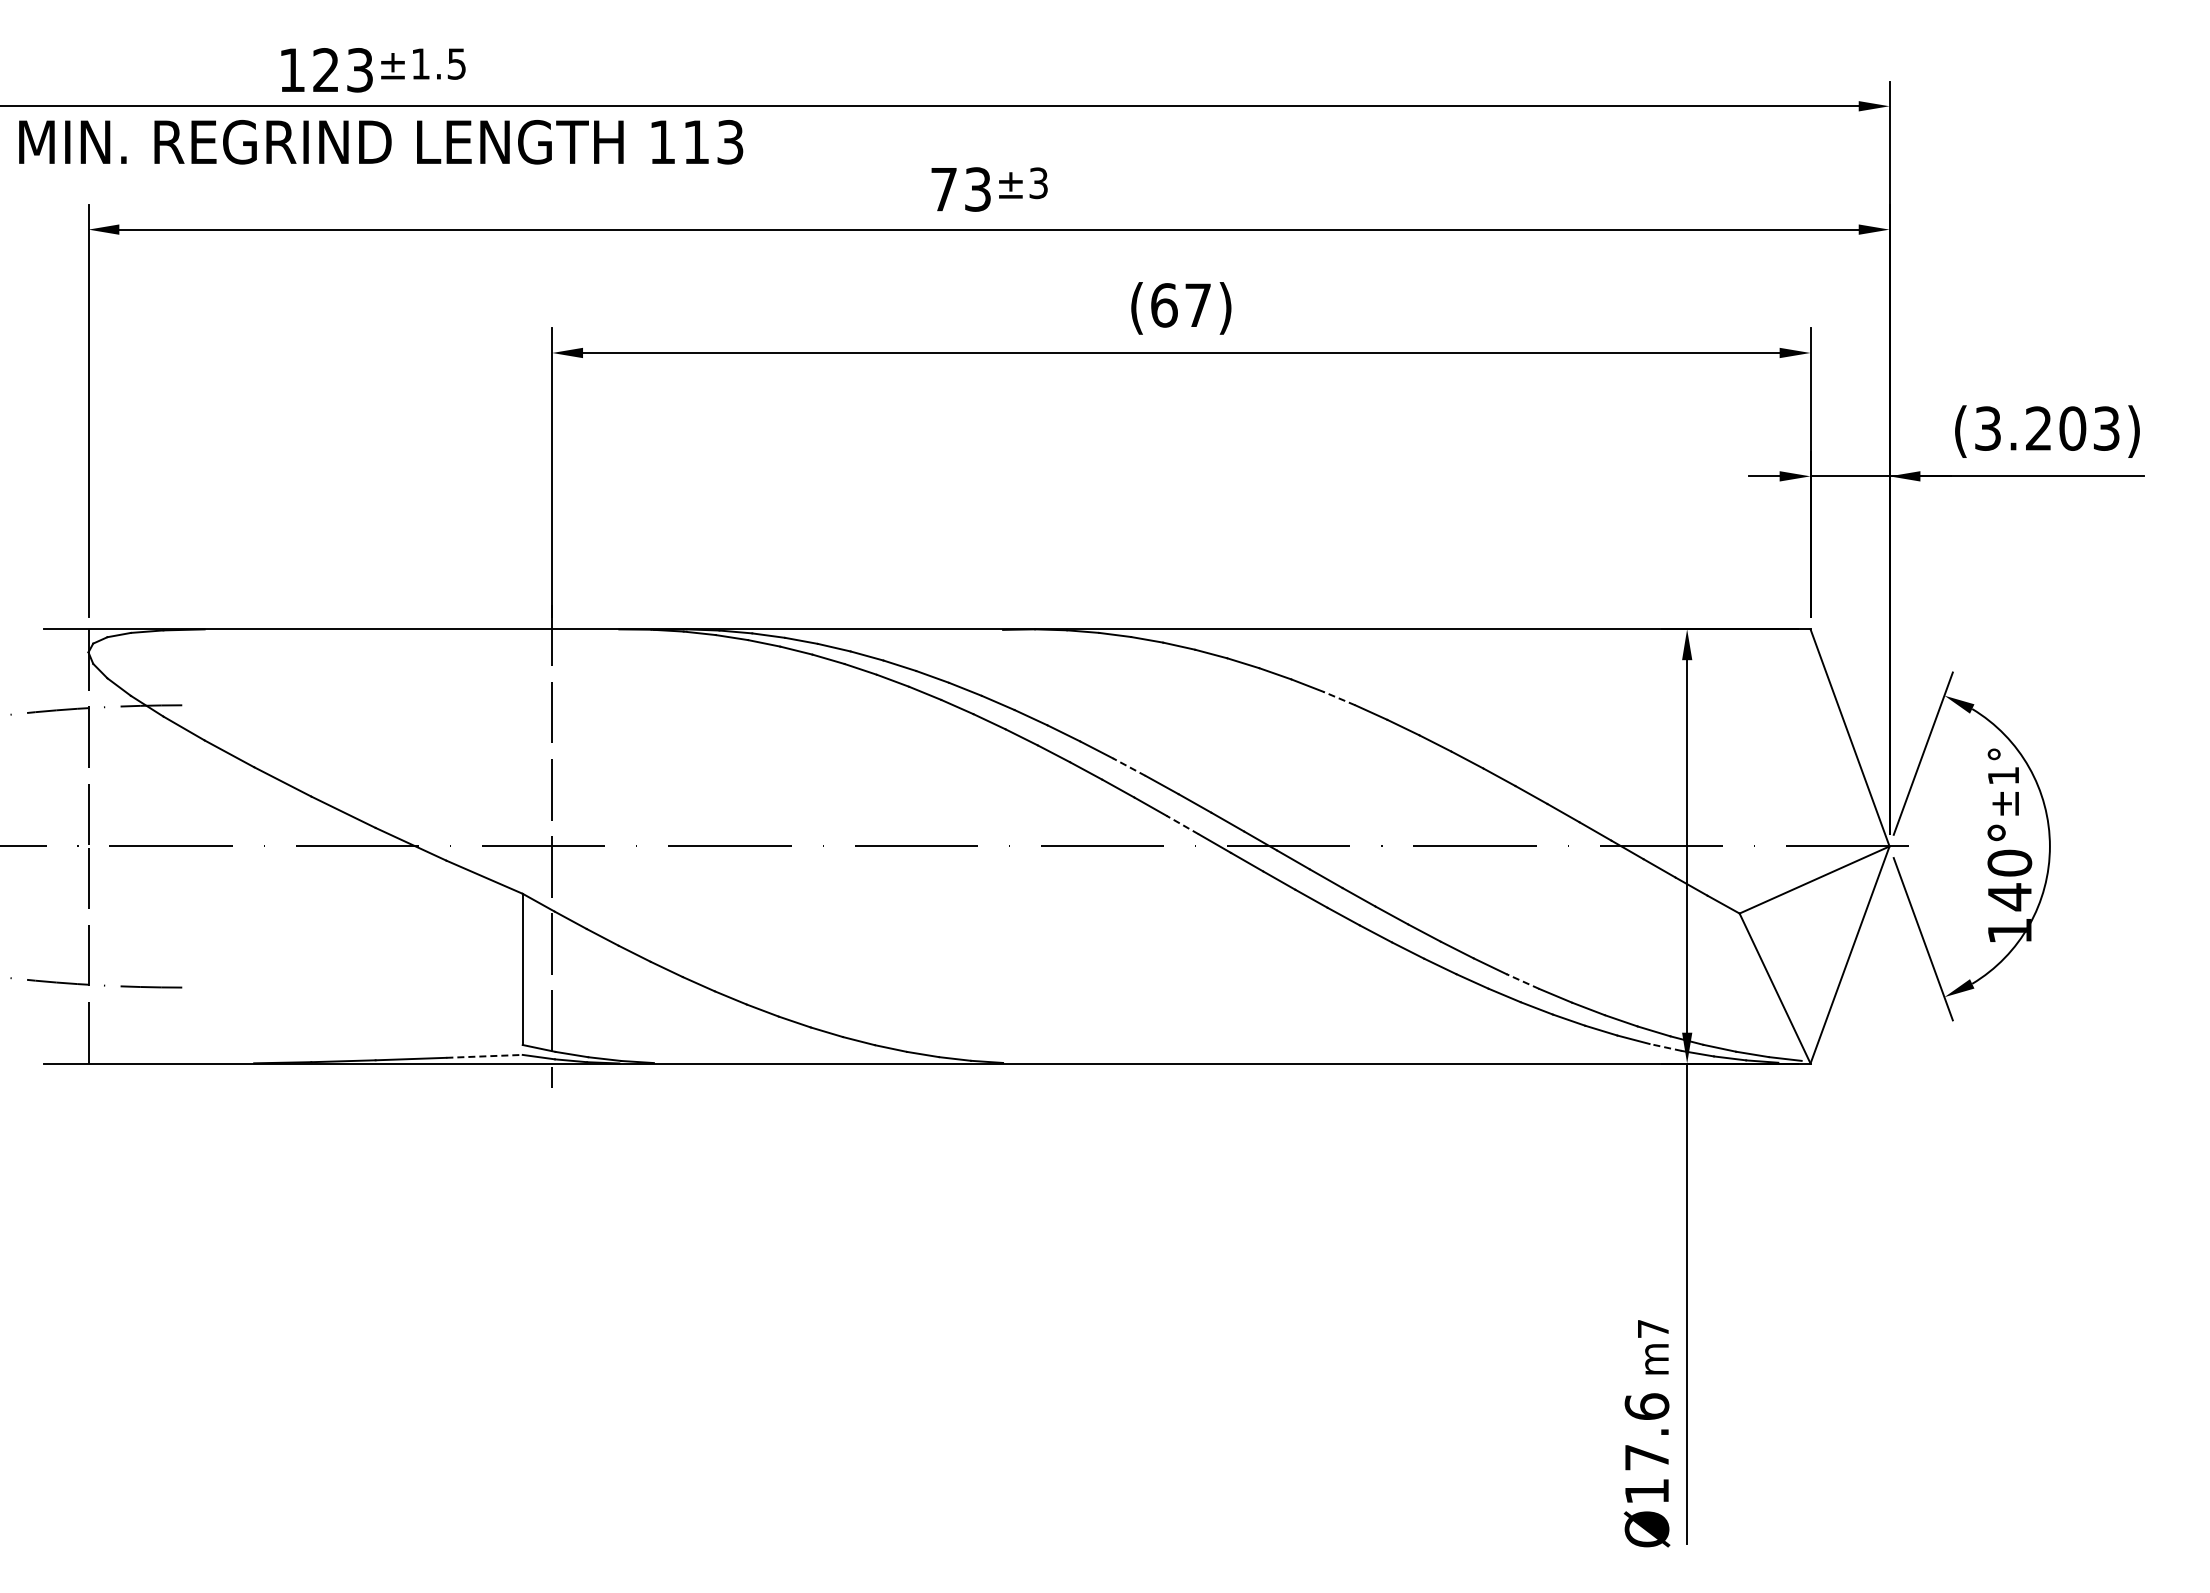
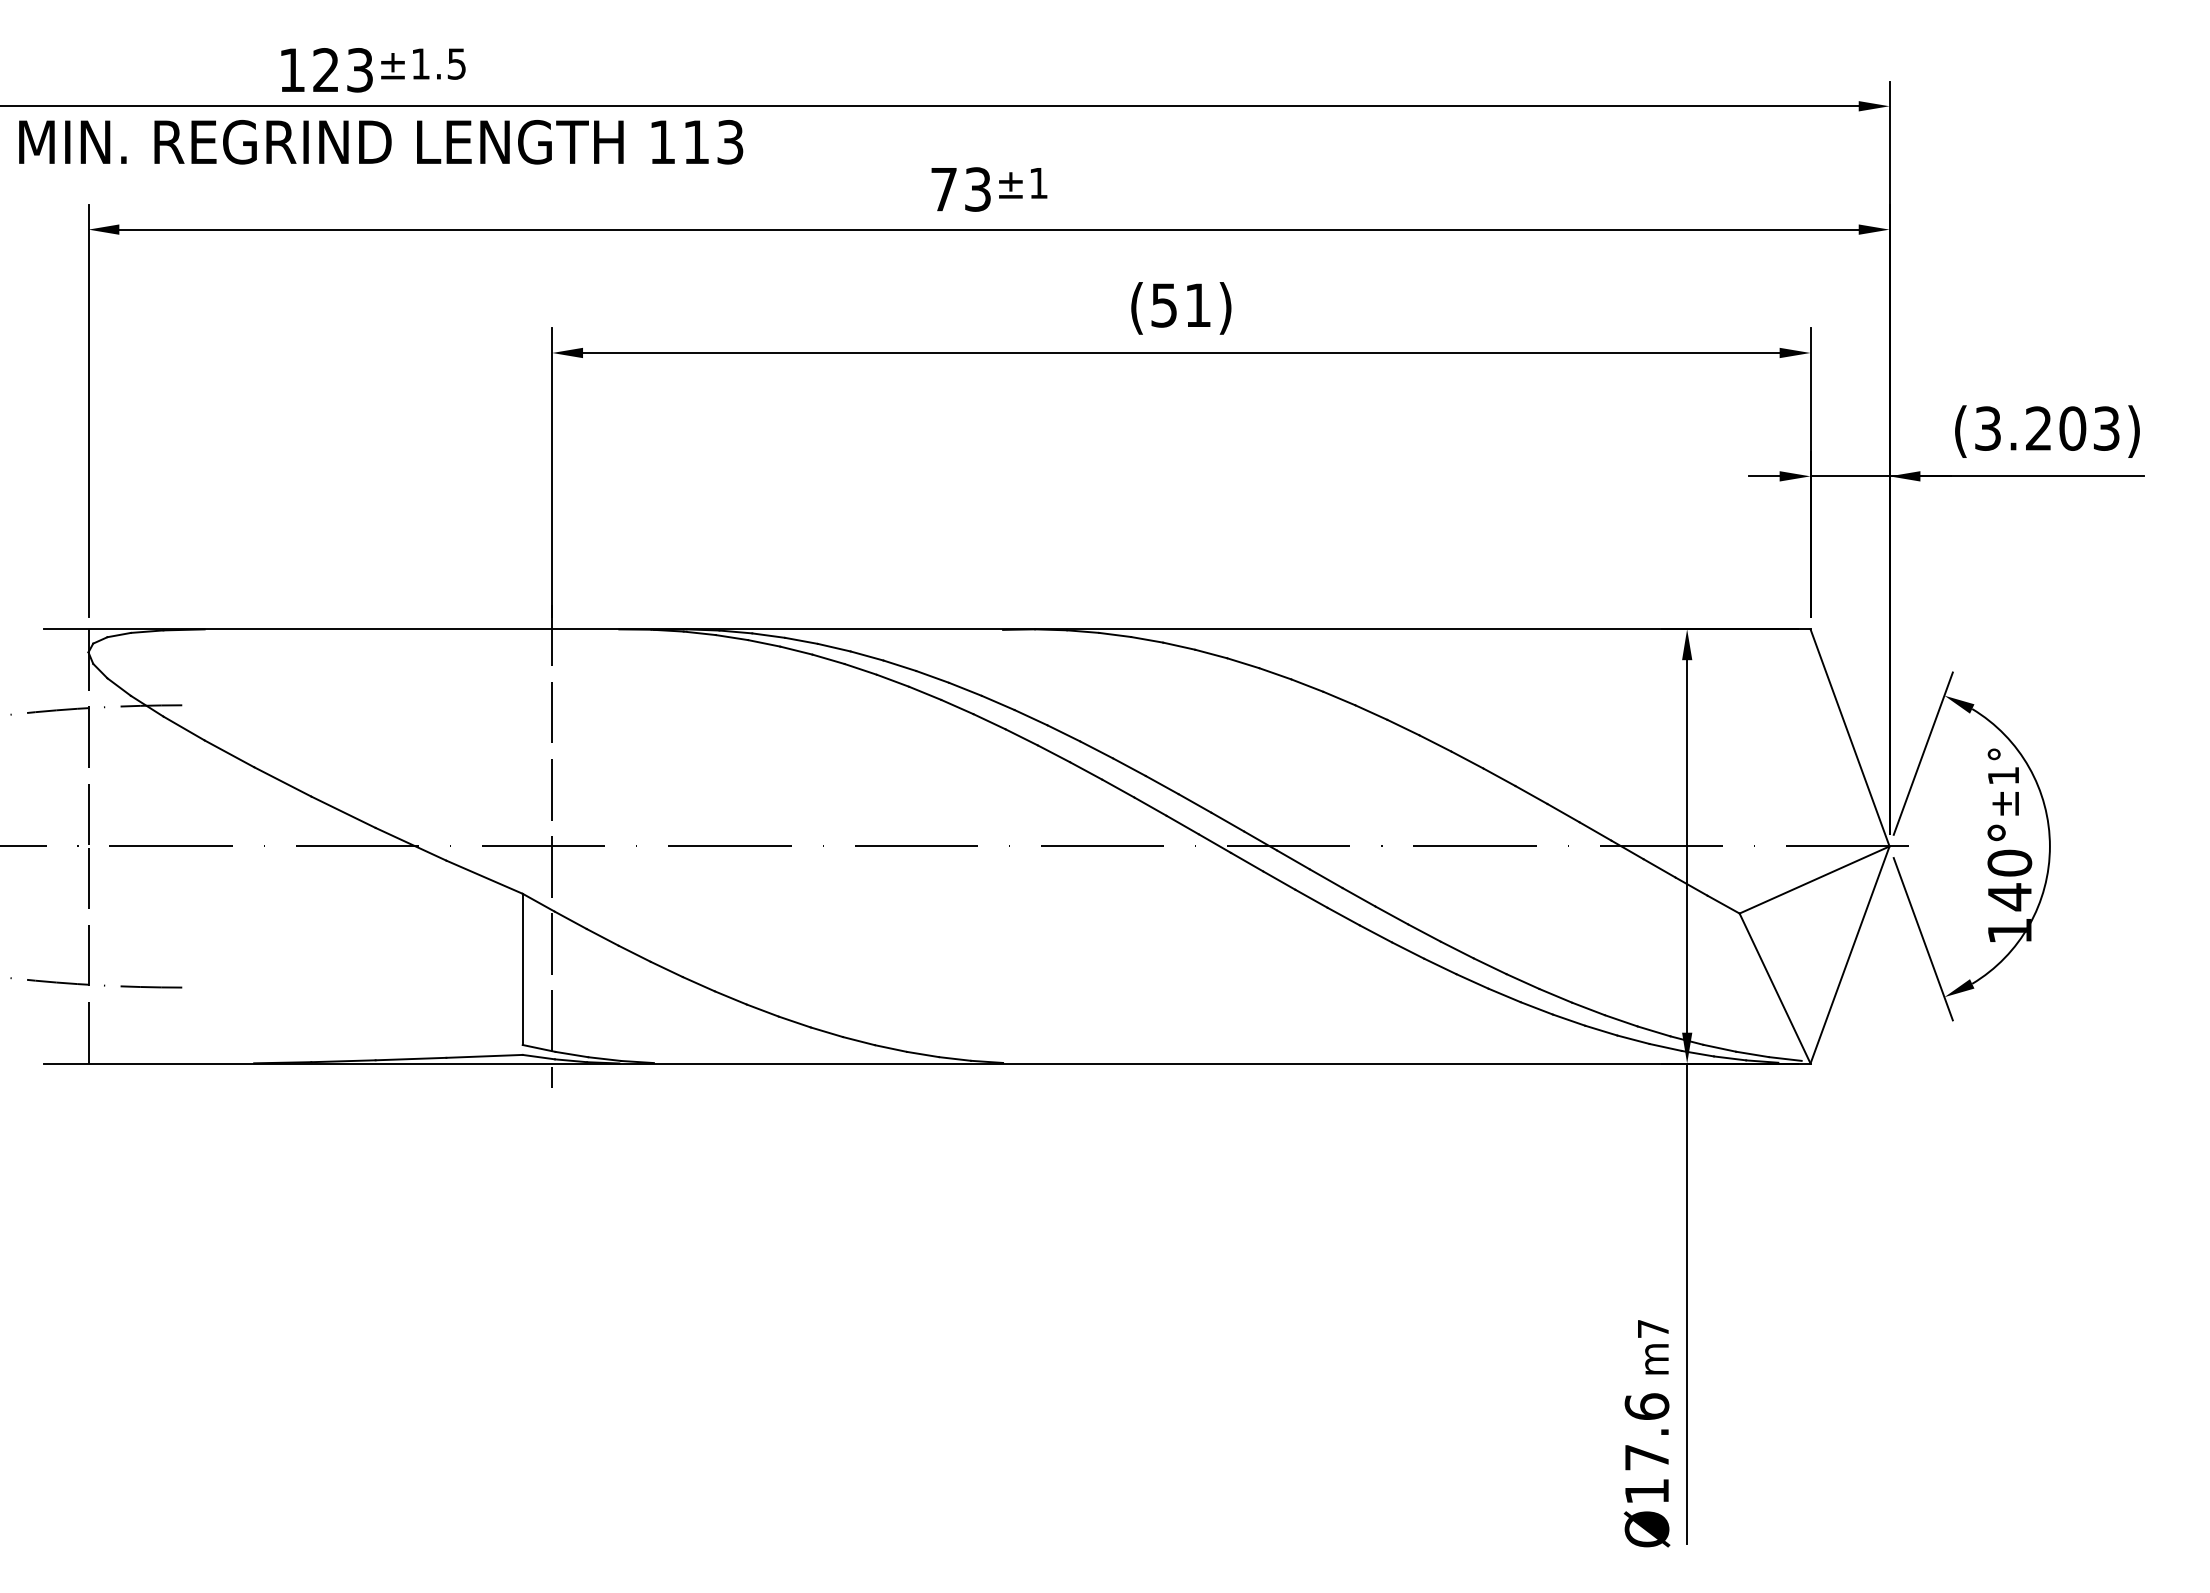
text at (1038, 183): ±3 -> ±1
text at (1180, 305): (67) -> (51)
line at (1338, 698): dashed -> solid
line at (1129, 767): dashed -> solid
line at (1182, 825): dashed -> solid
line at (1522, 981): dashed -> solid
line at (1665, 1047): dashed -> solid
line at (485, 1056): dashed -> solid
